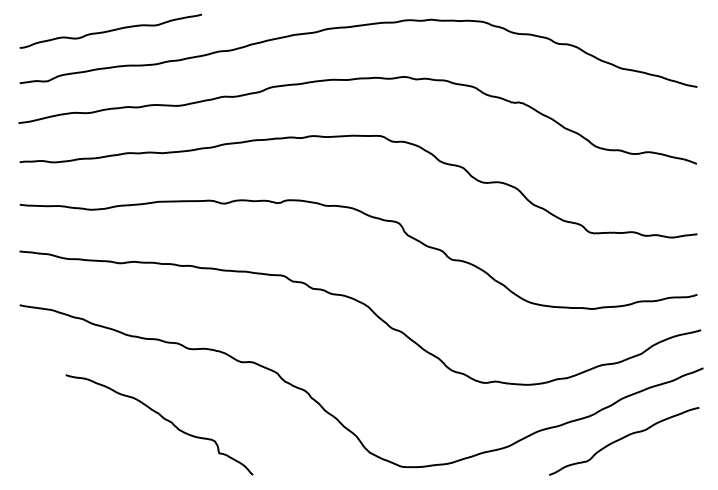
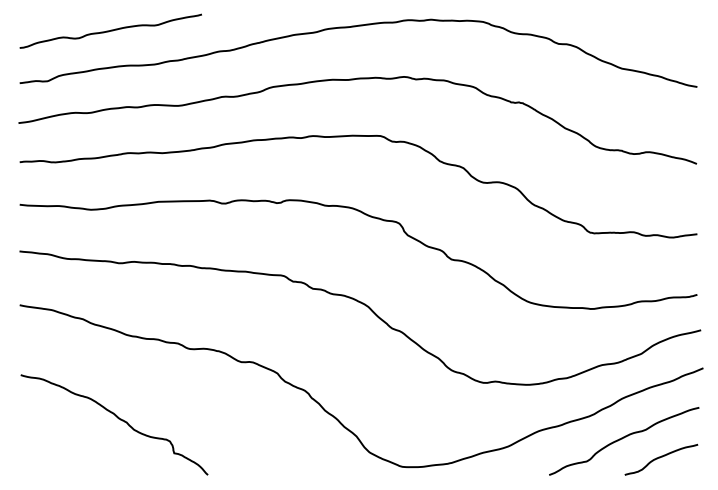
curve at (163, 419) position: (163, 419) -> (118, 419)
curve at (660, 458): none -> present
